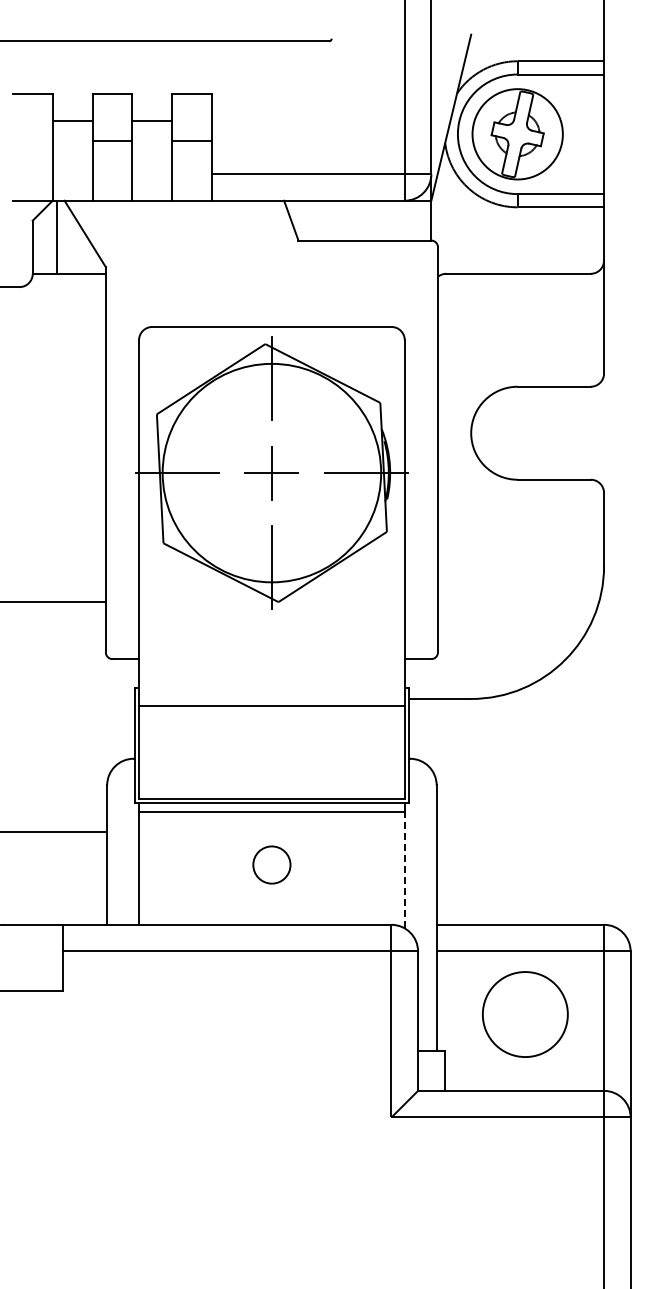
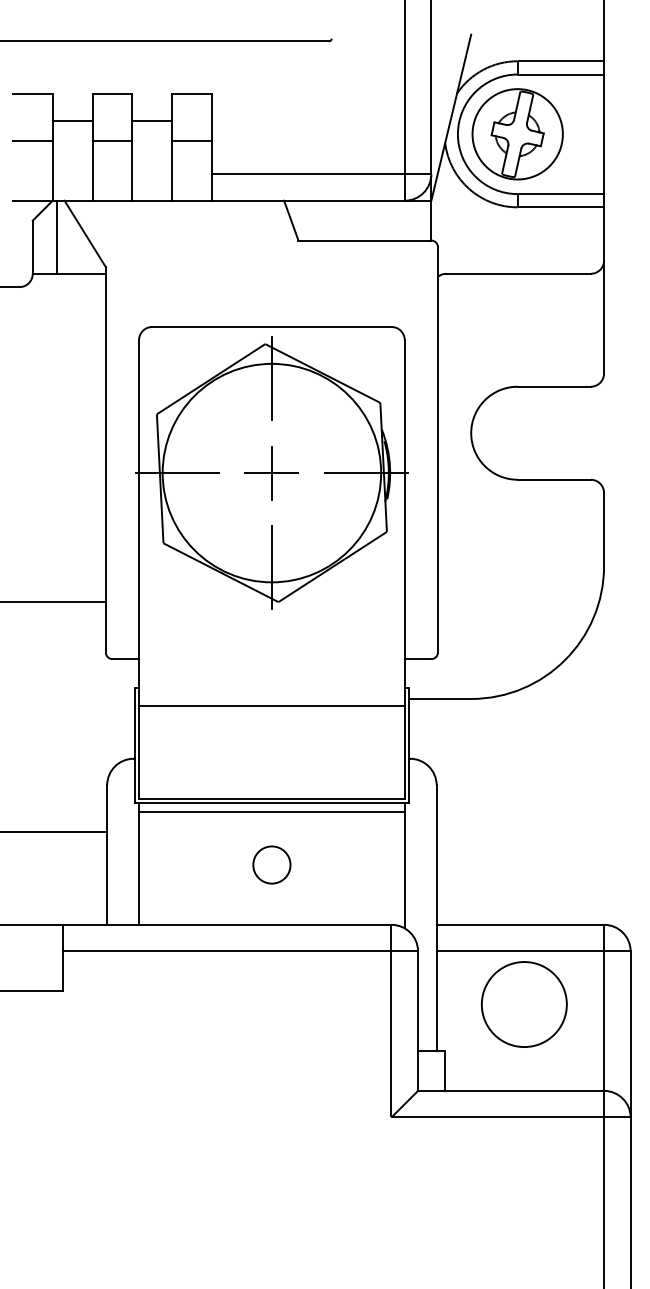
line at (32, 140): none -> present
line at (404, 869): dashed -> solid
circle at (525, 1014) position: (525, 1014) -> (524, 1004)
